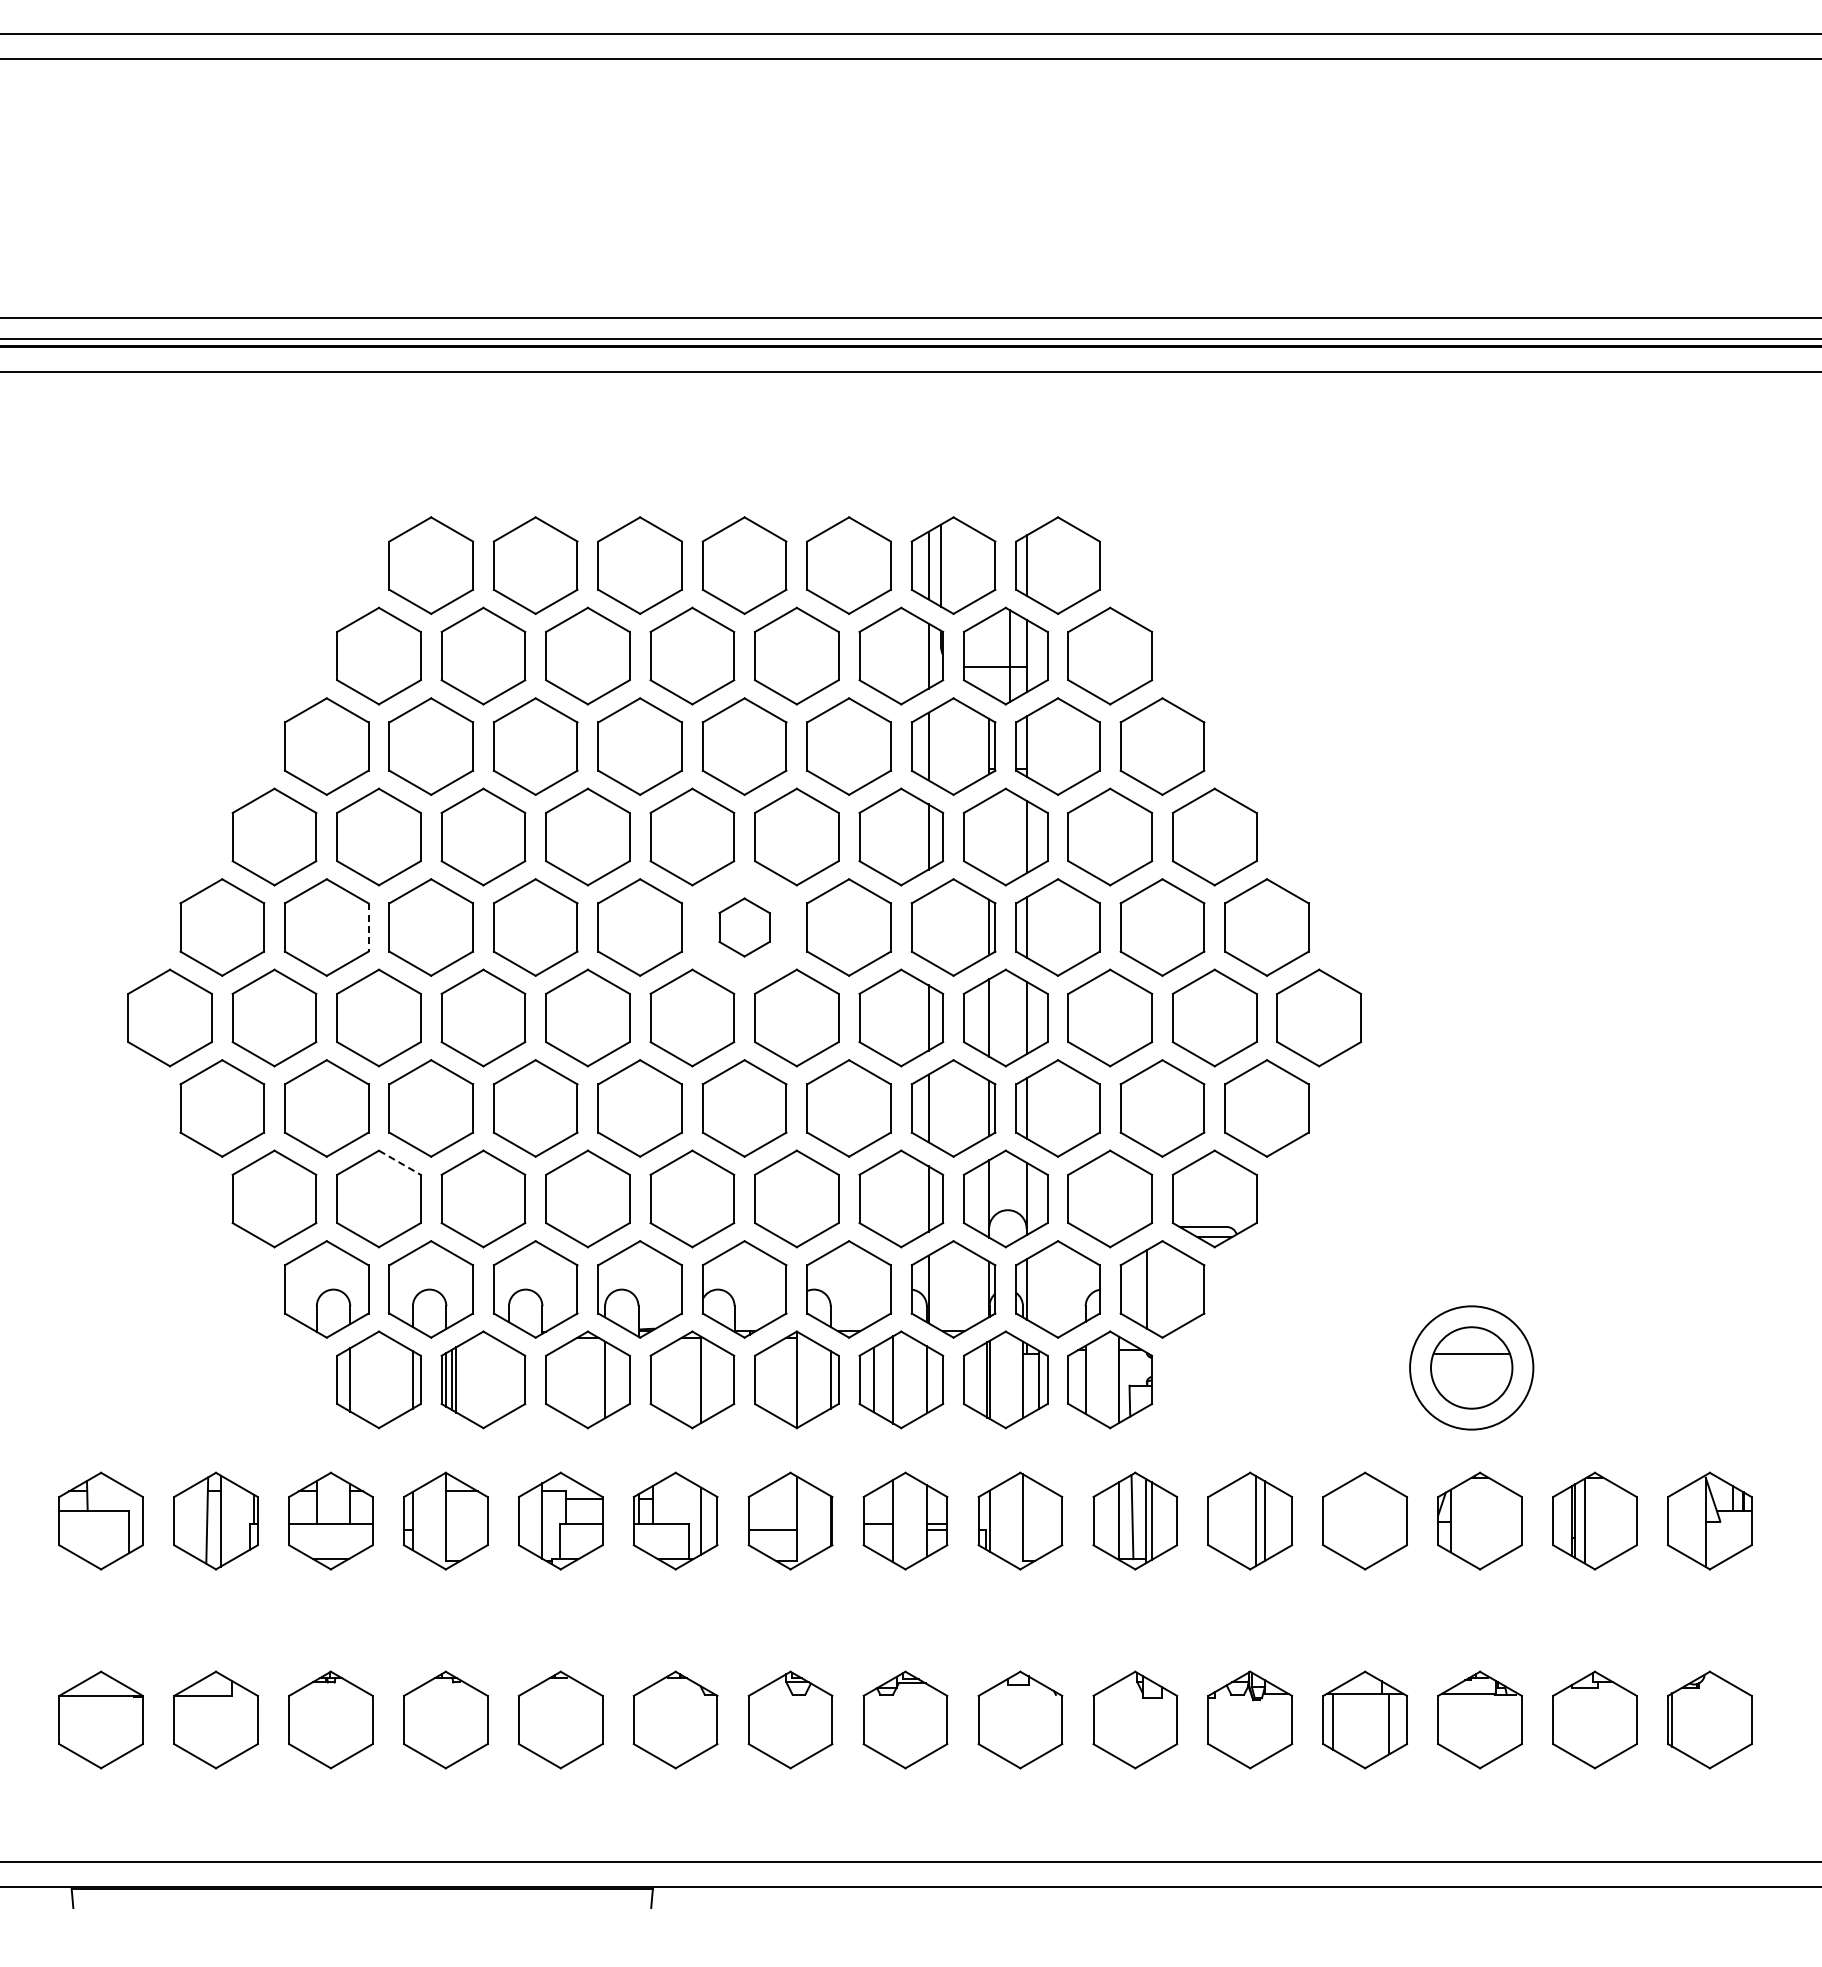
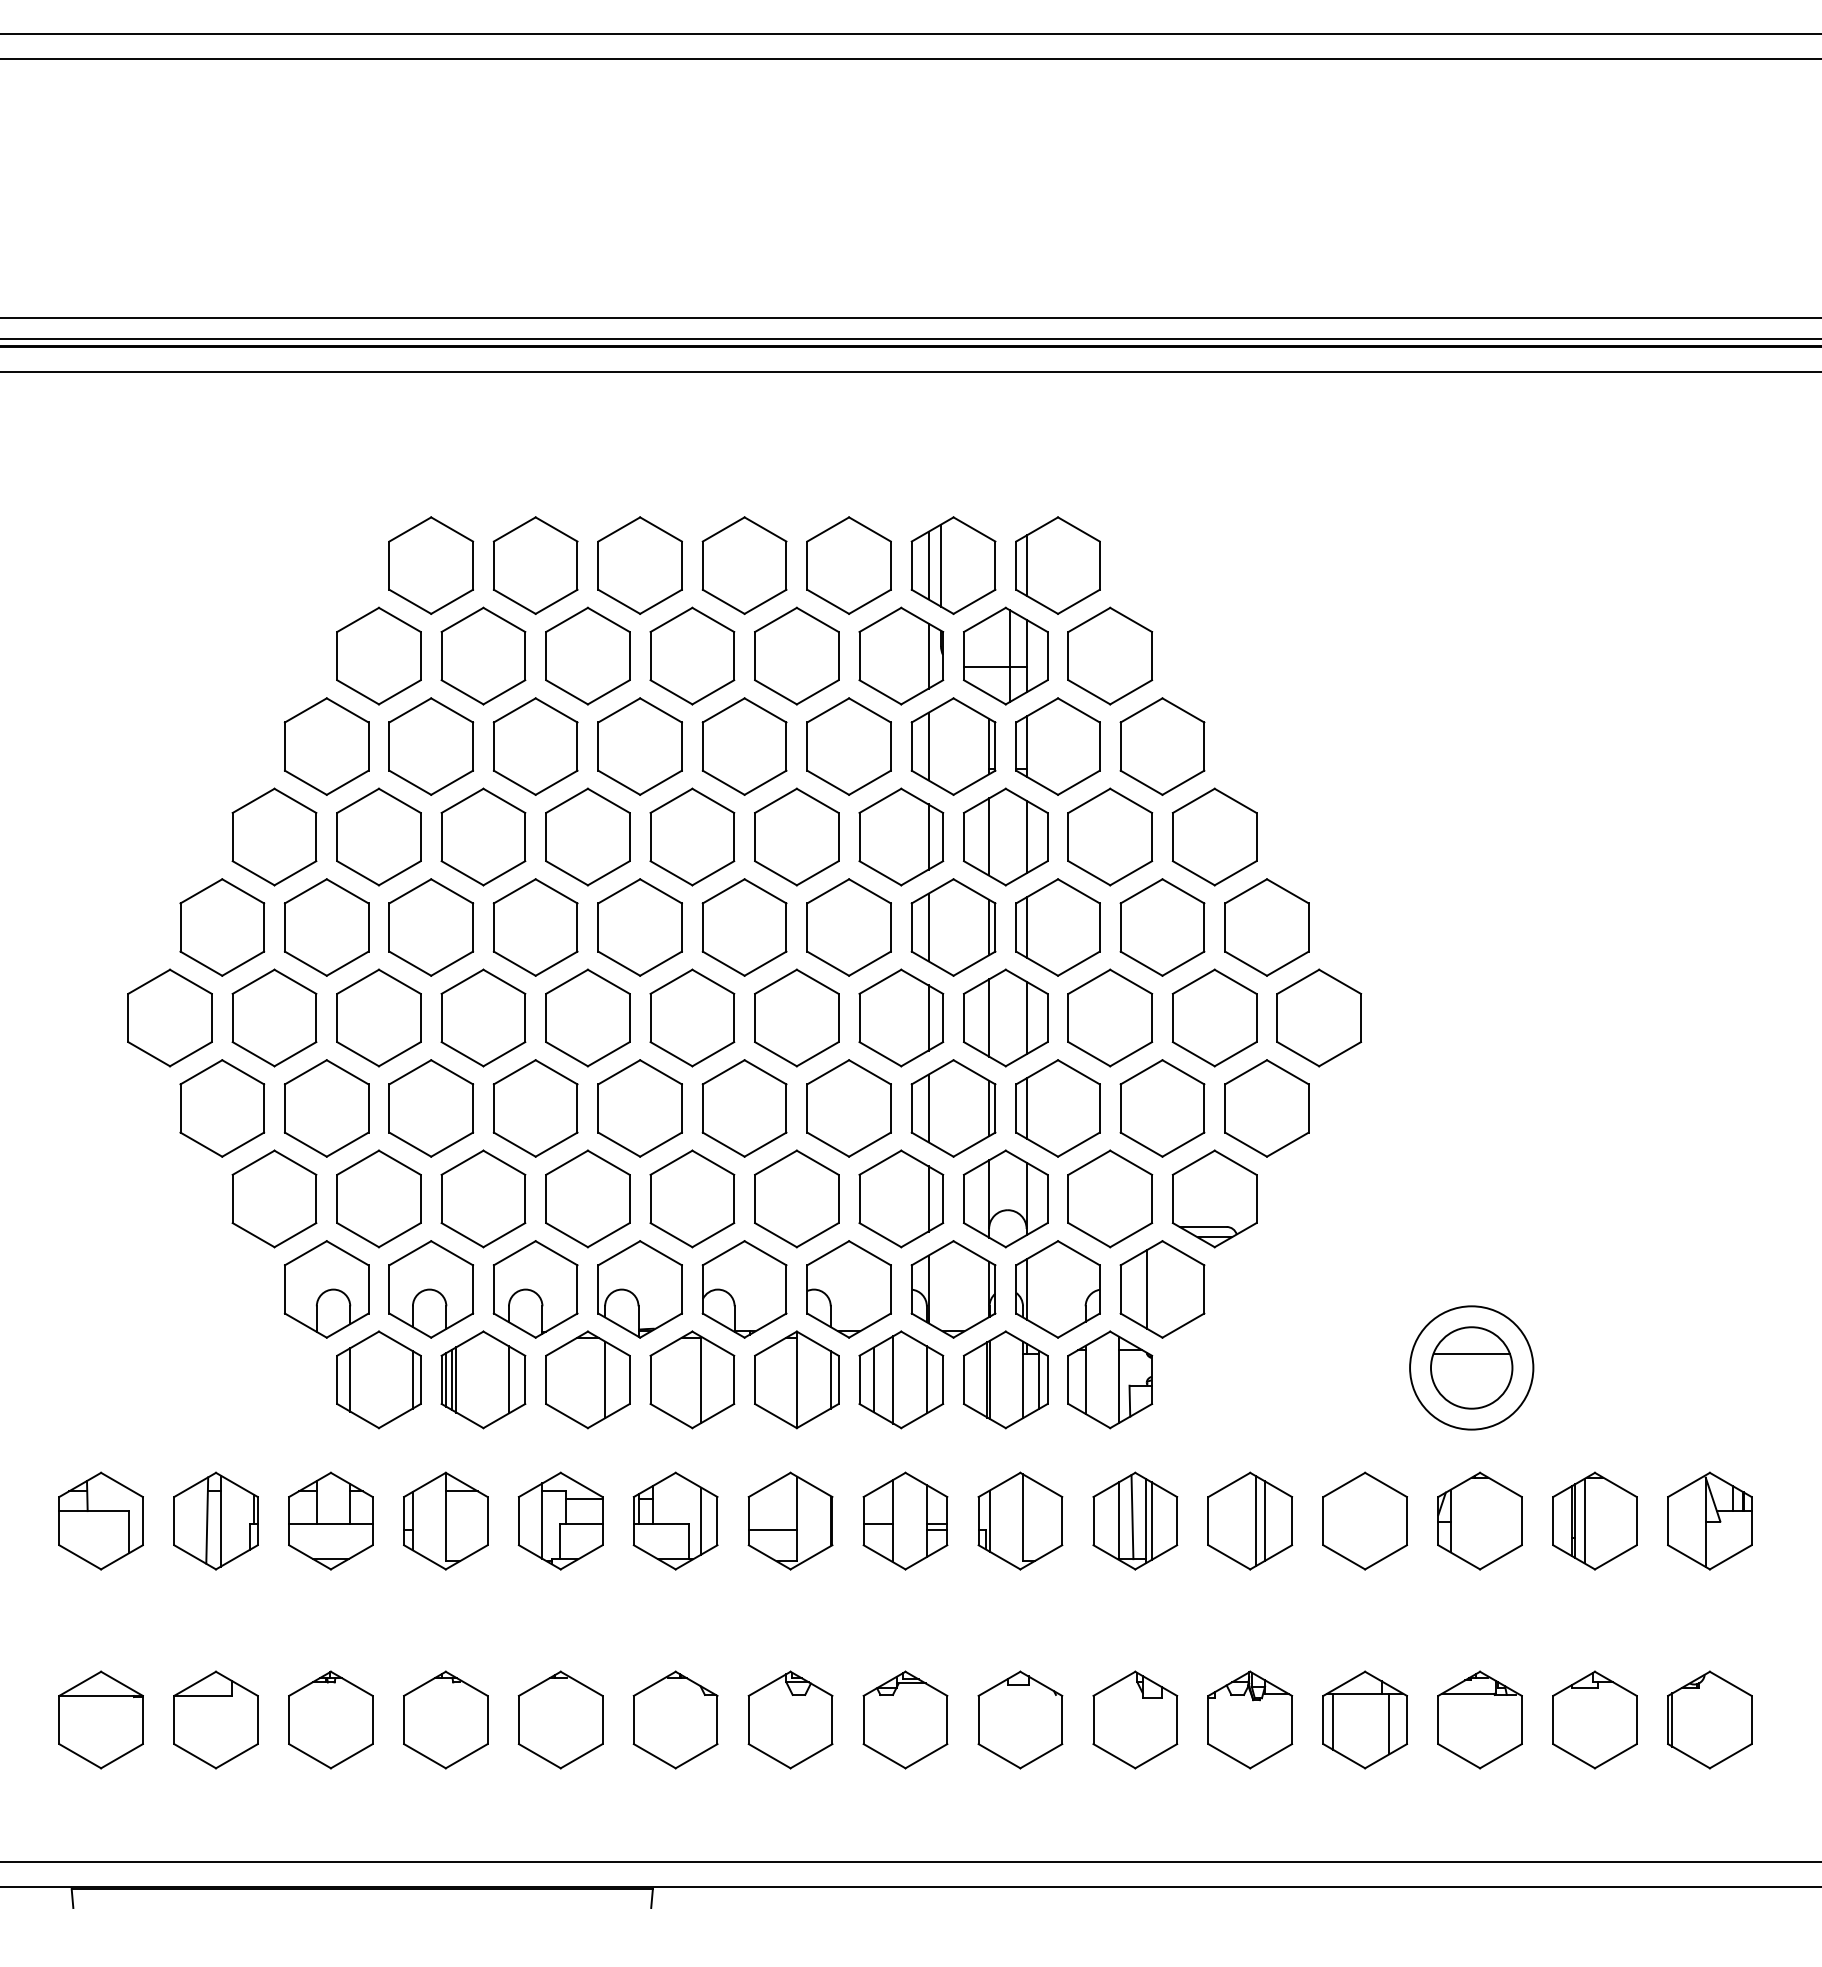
line at (989, 835): none -> present
part at (744, 927) size: 53x61 px -> 87x99 px
line at (928, 927): none -> present
line at (368, 928): dashed -> solid
line at (400, 1163): dashed -> solid
line at (509, 1379): none -> present
